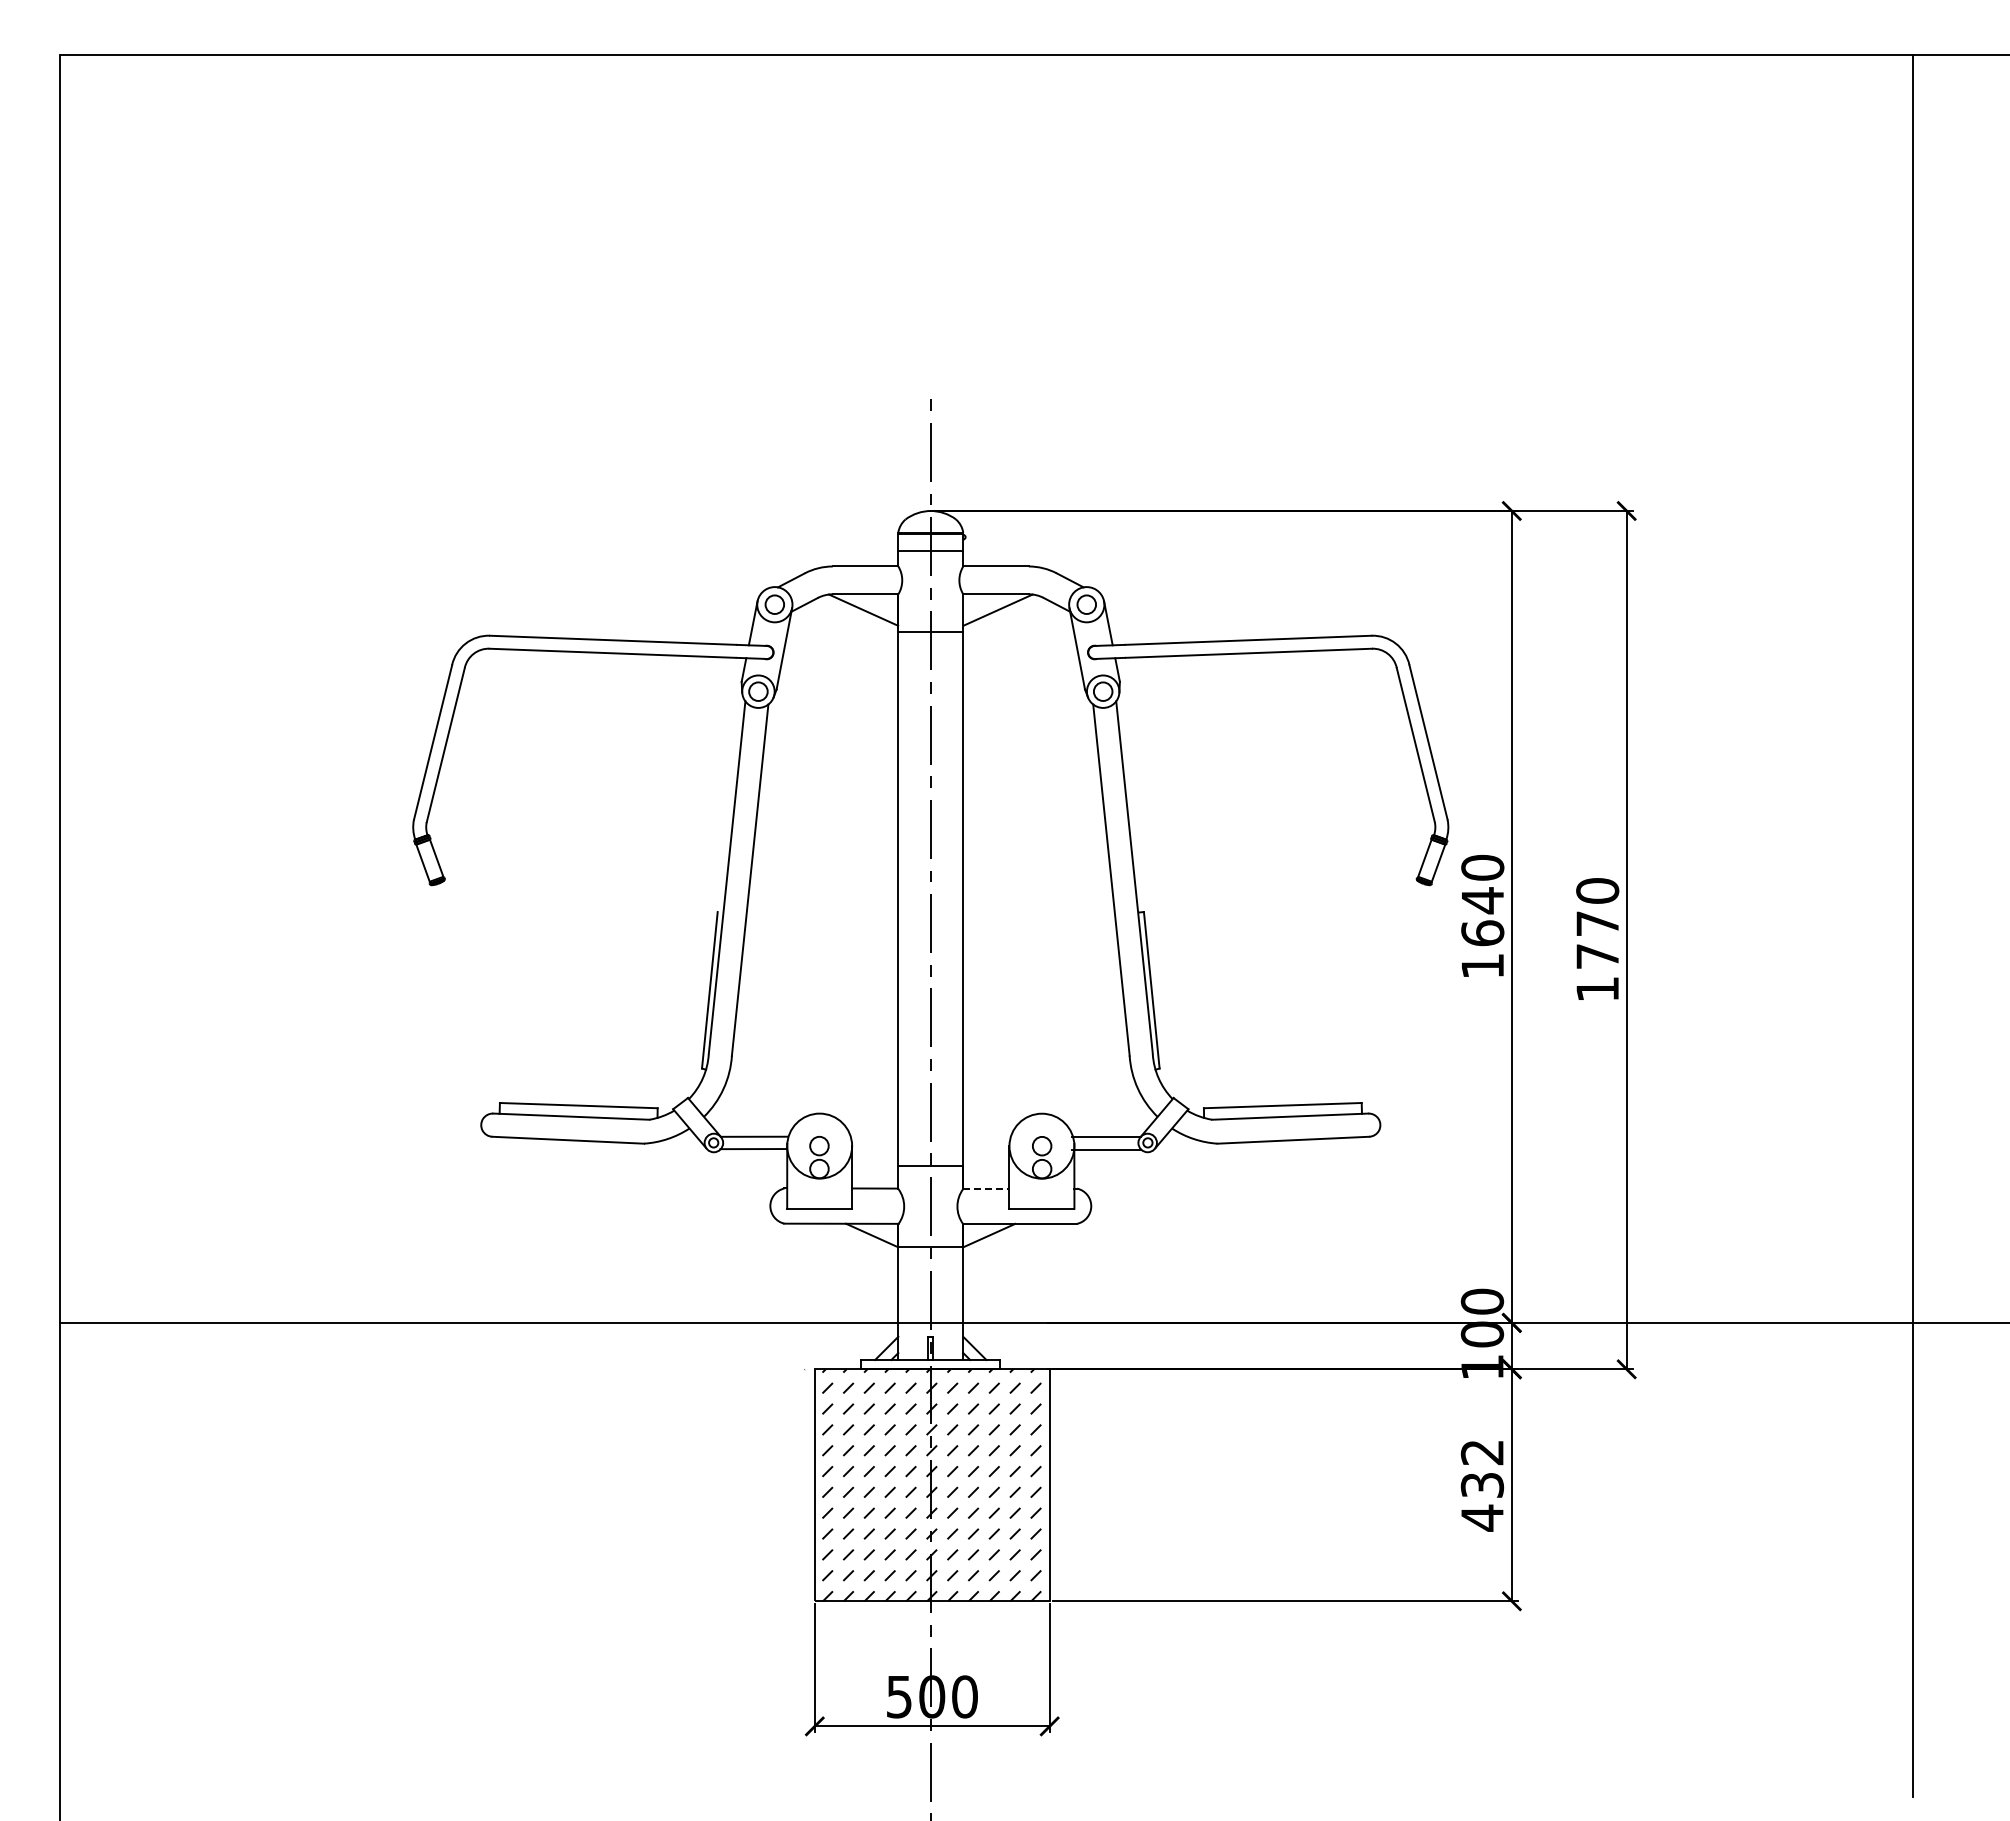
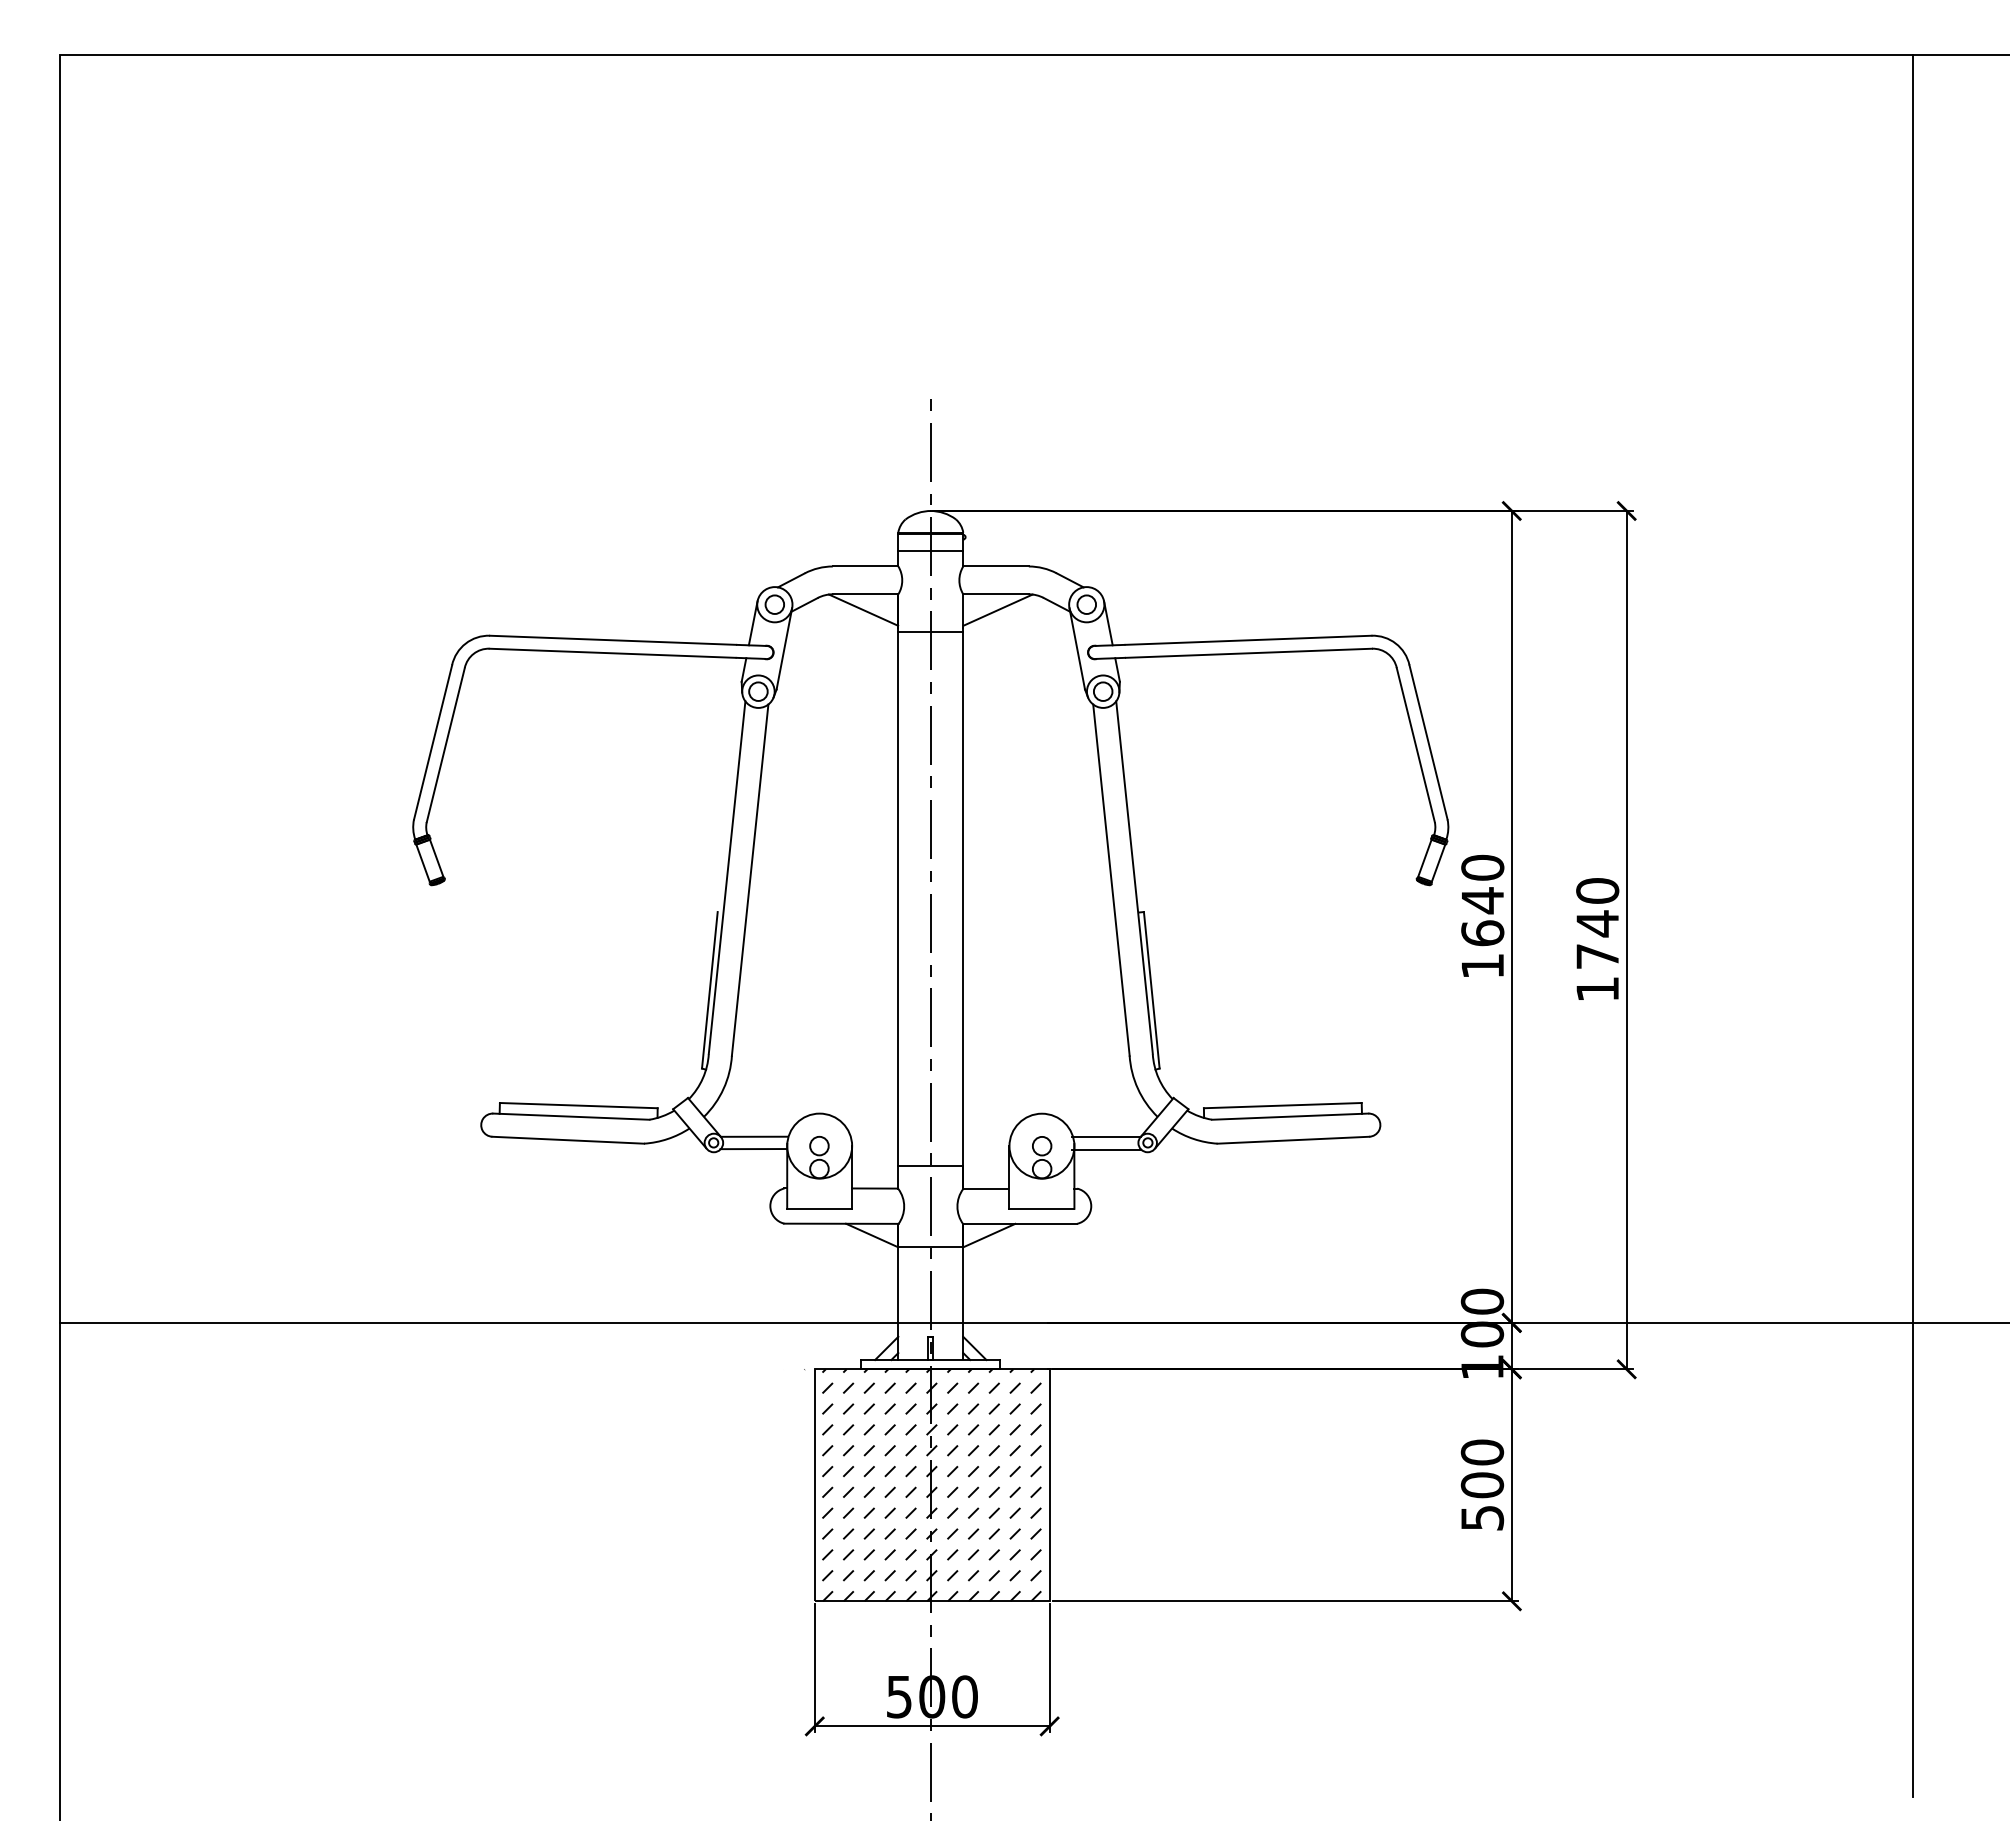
text at (1597, 923): 1770 -> 1740
line at (986, 1188): dashed -> solid
text at (1482, 1485): 432 -> 500
